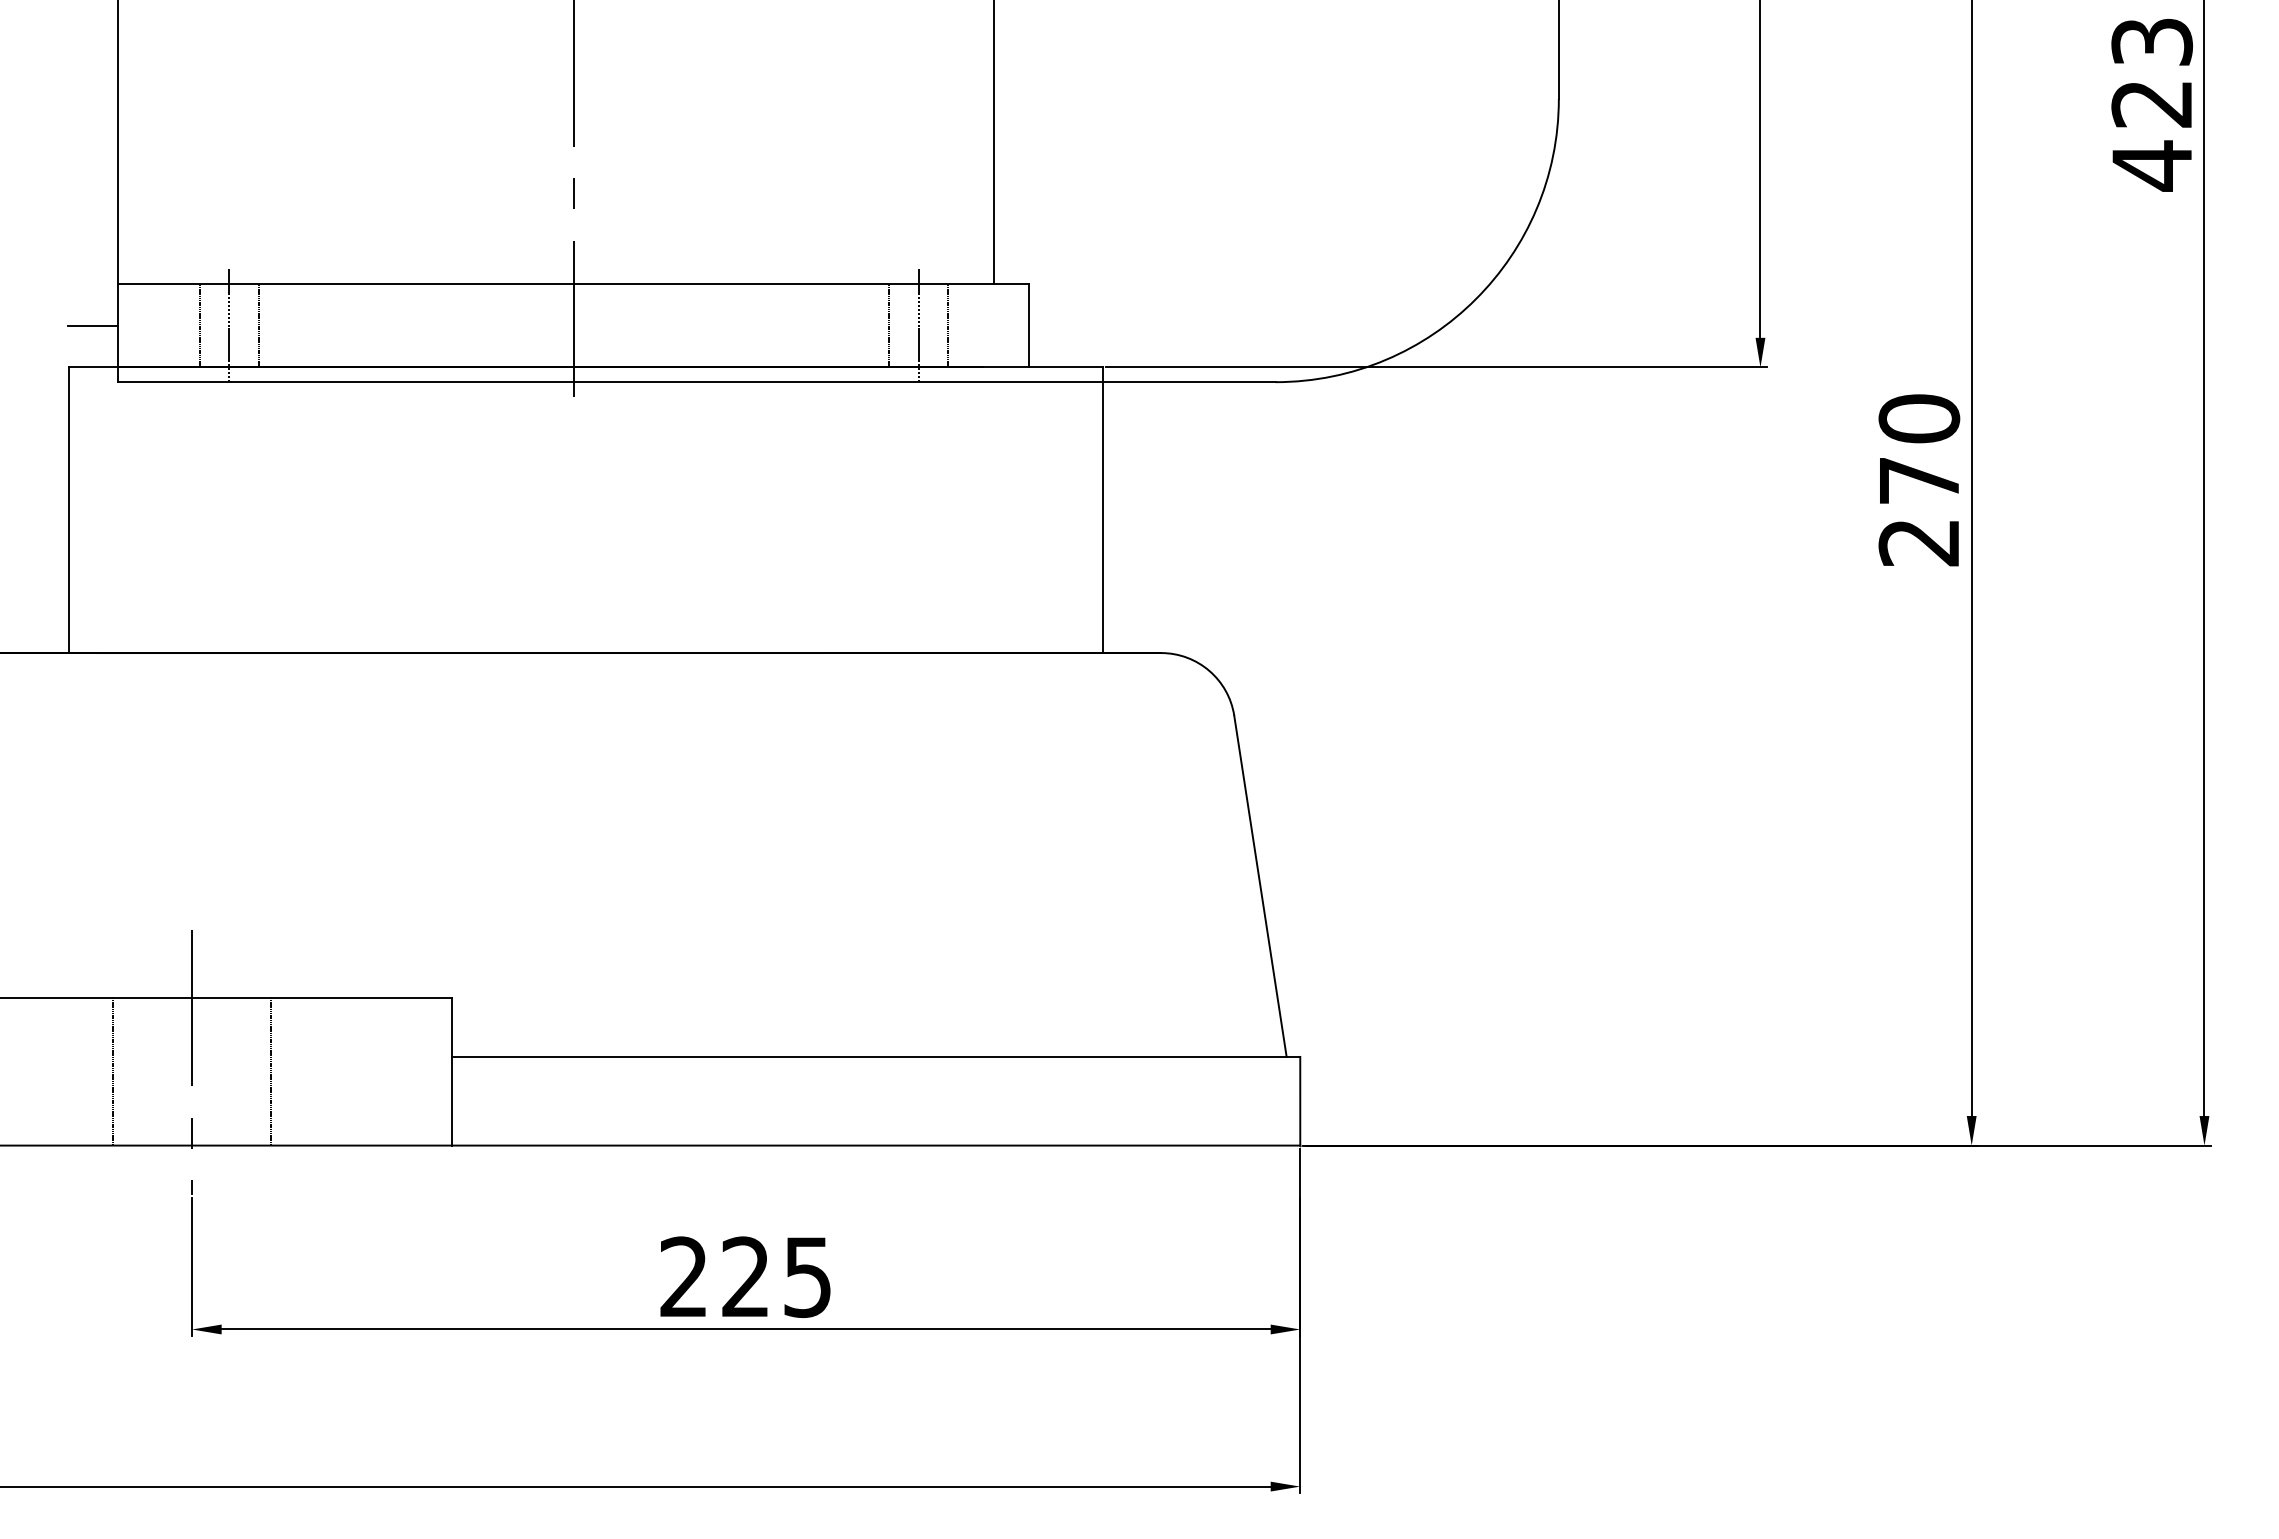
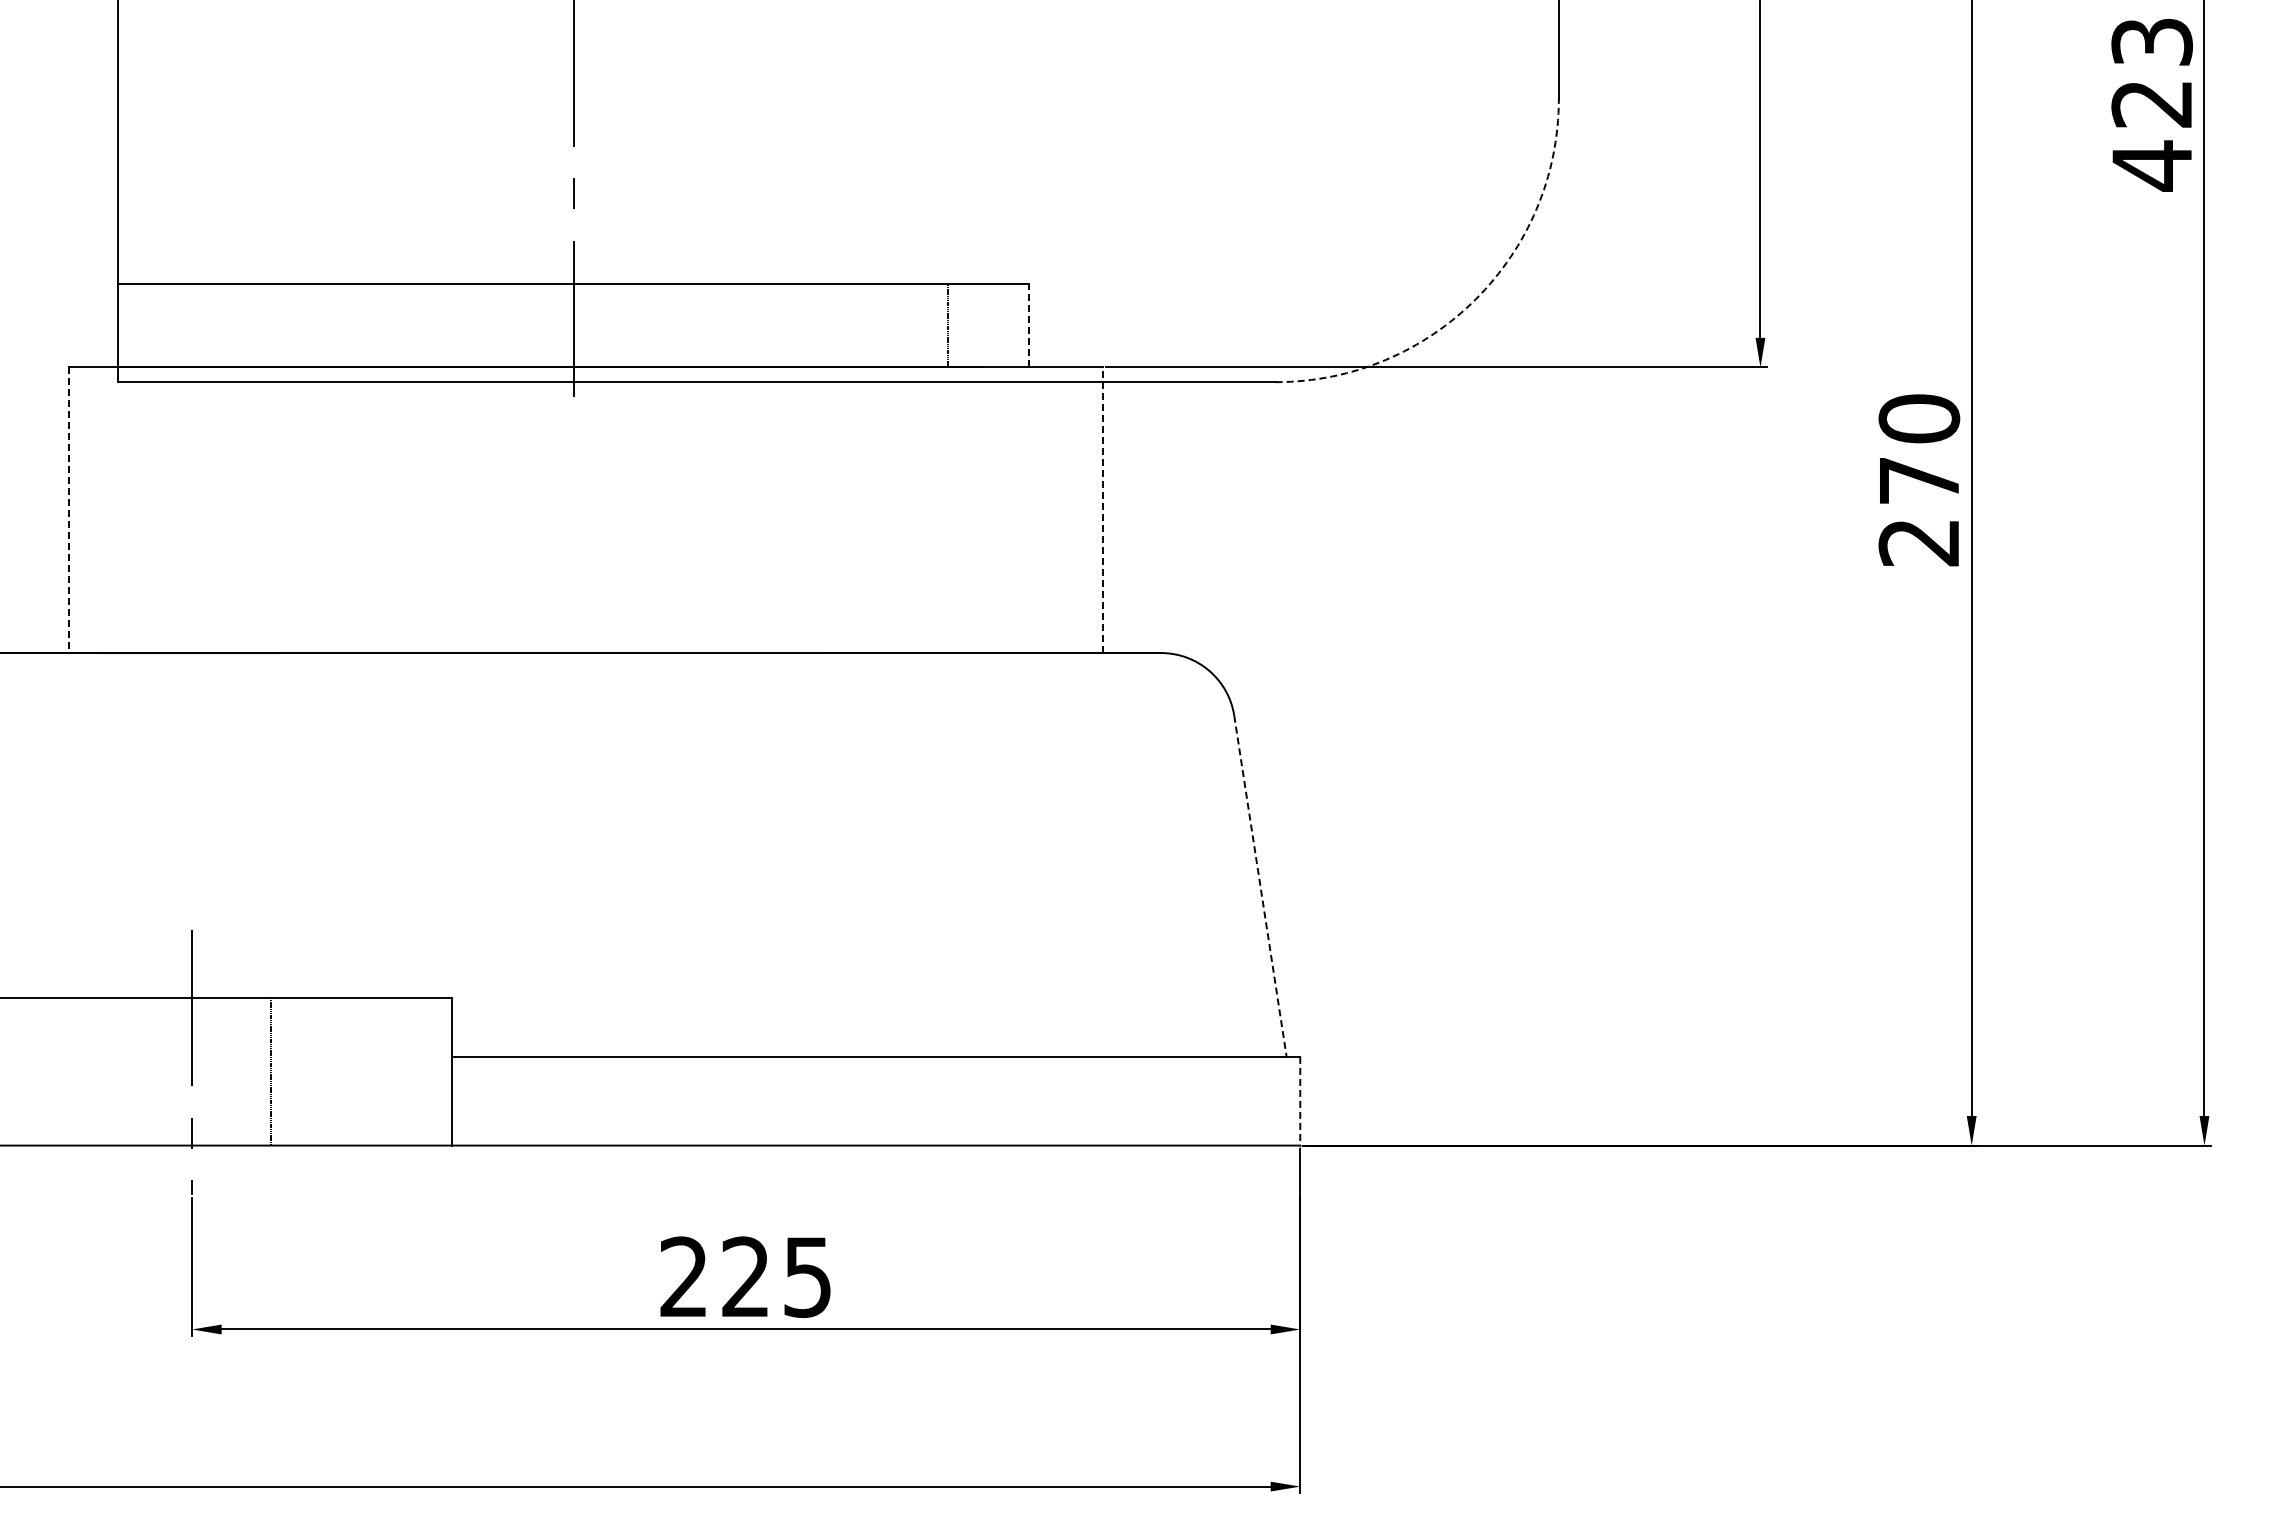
line at (993, 142): present -> none
arc at (1475, 299): solid -> dashed
line at (92, 325): present -> none
line at (199, 325): present -> none
line at (229, 325): present -> none
line at (258, 325): present -> none
line at (889, 325): present -> none
line at (918, 325): present -> none
line at (1029, 325): solid -> dashed
line at (68, 510): solid -> dashed
line at (1103, 510): solid -> dashed
line at (1260, 886): solid -> dashed
line at (112, 1071): present -> none
line at (1300, 1101): solid -> dashed
